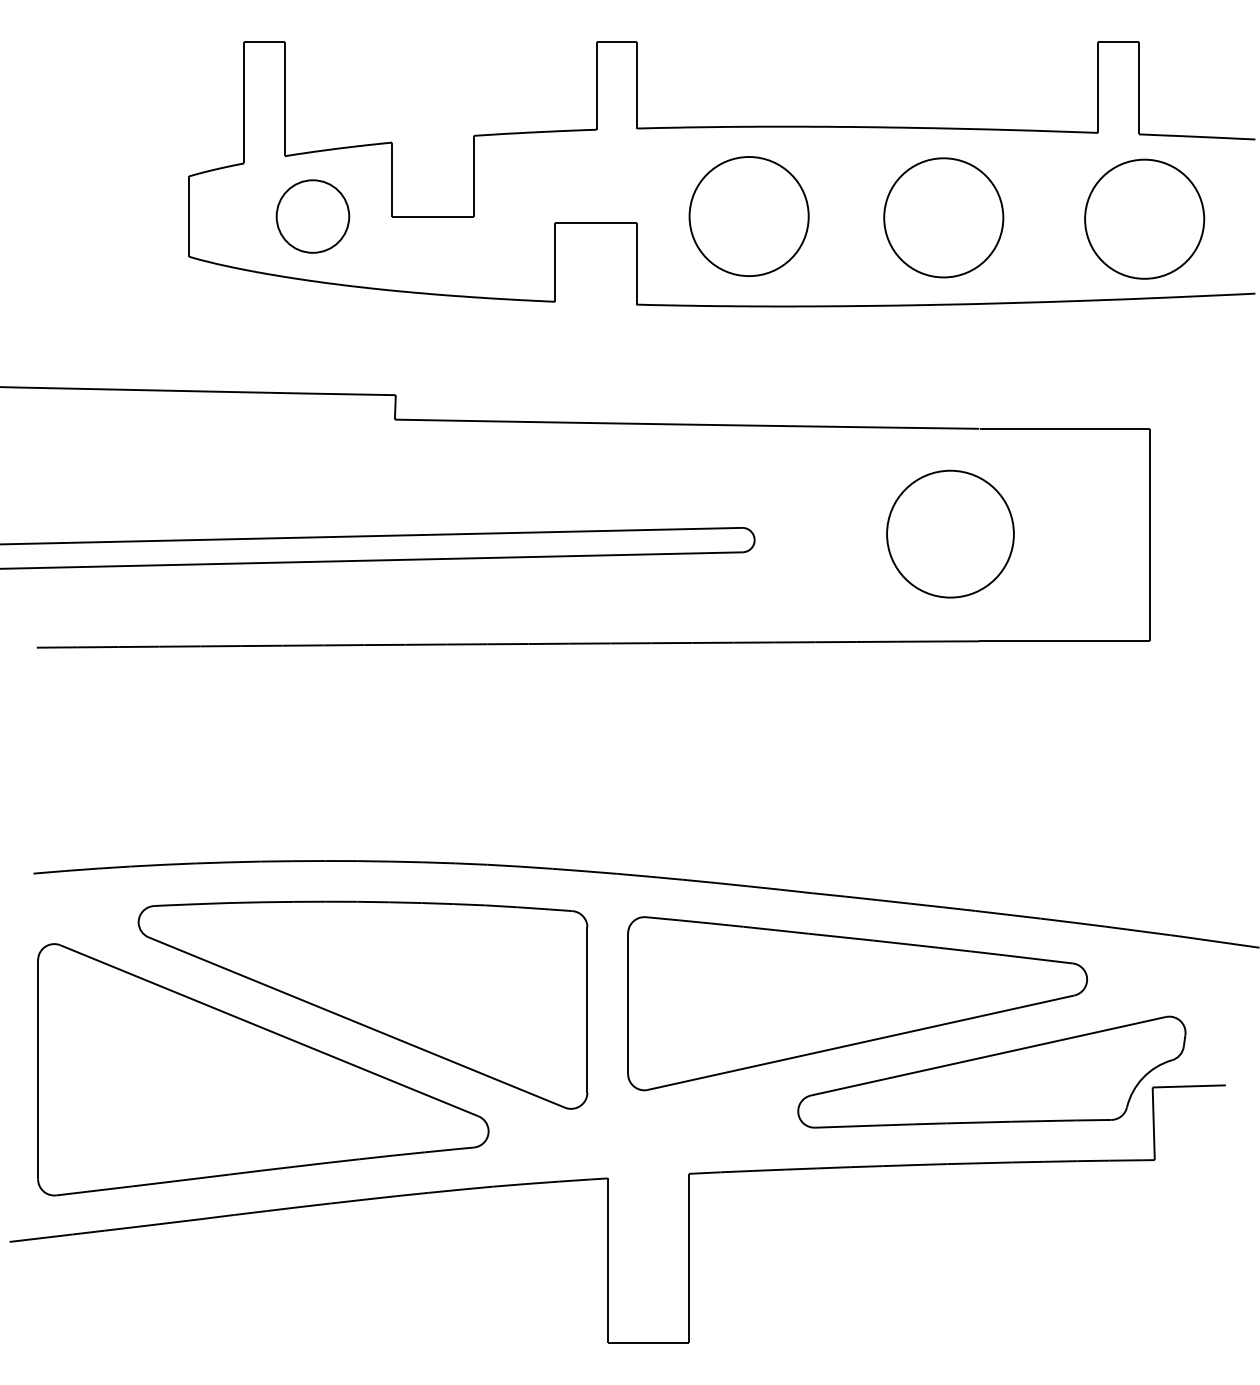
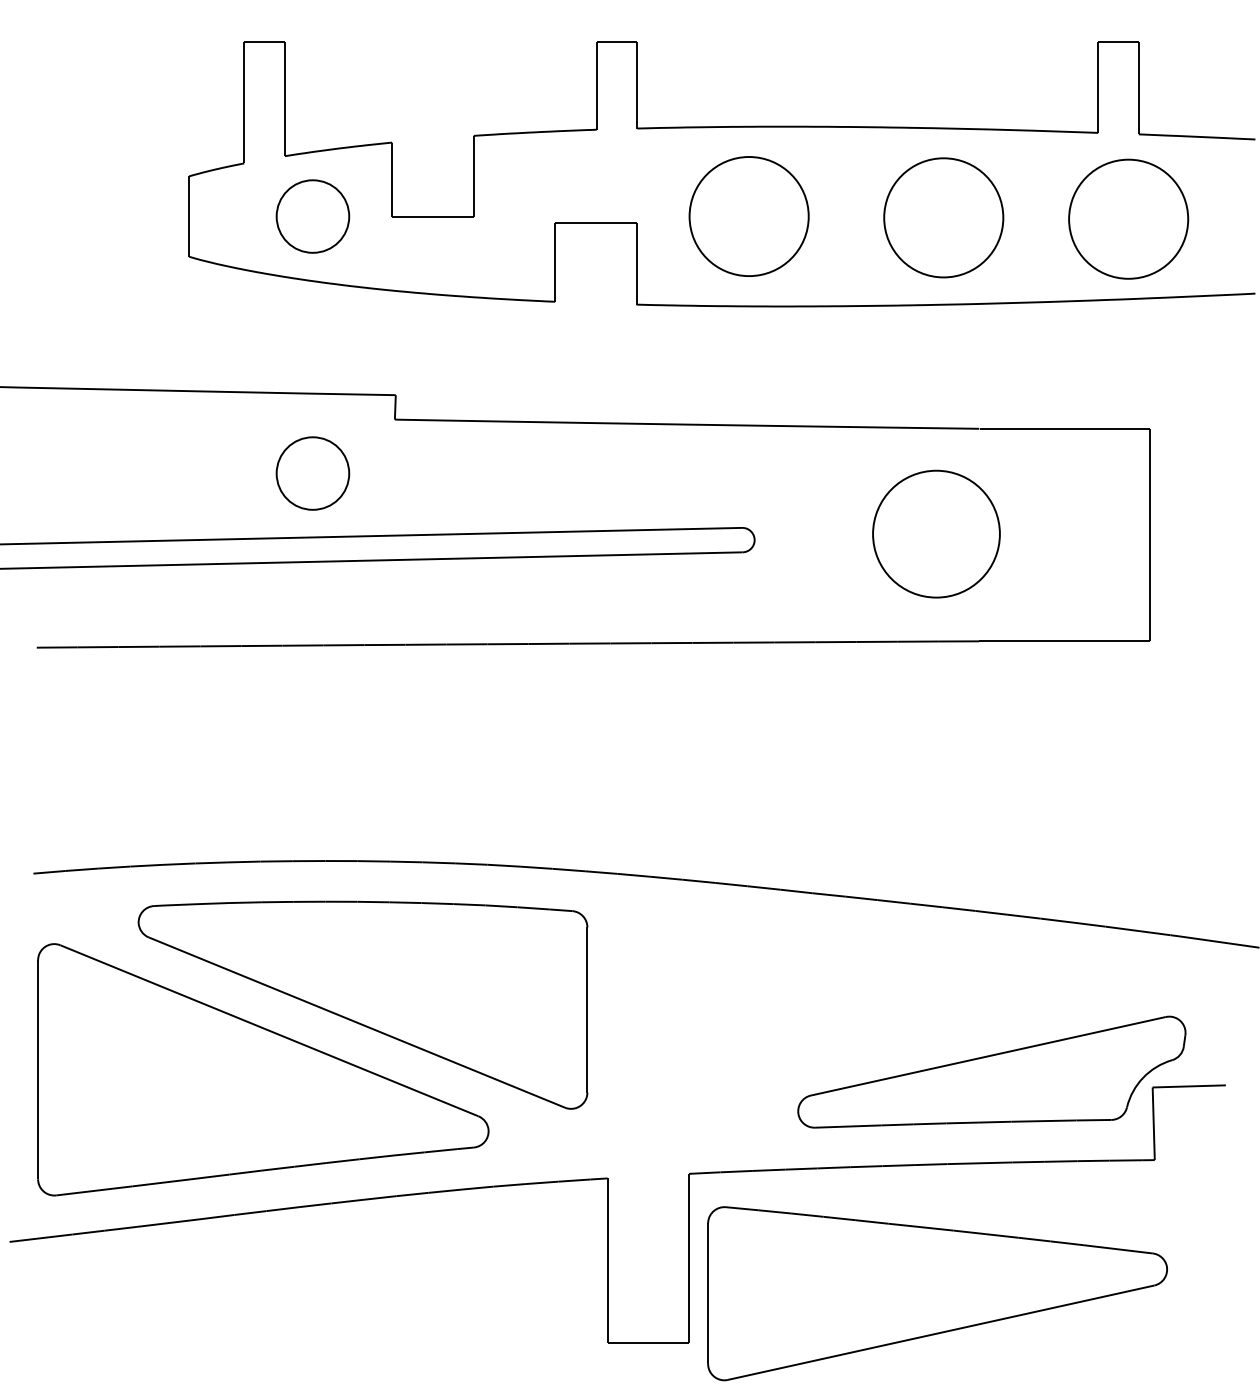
part at (1144, 218) position: (1144, 218) -> (1128, 218)
part at (312, 473): none -> present
part at (950, 533) position: (950, 533) -> (936, 533)
part at (857, 1003) position: (857, 1003) -> (937, 1293)
